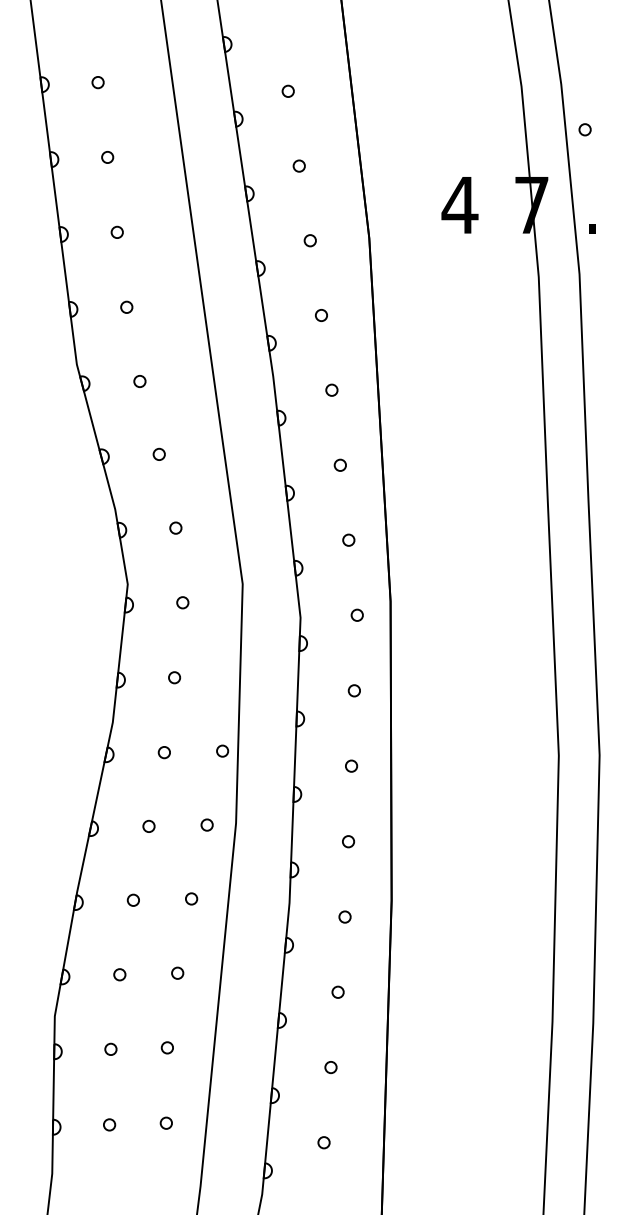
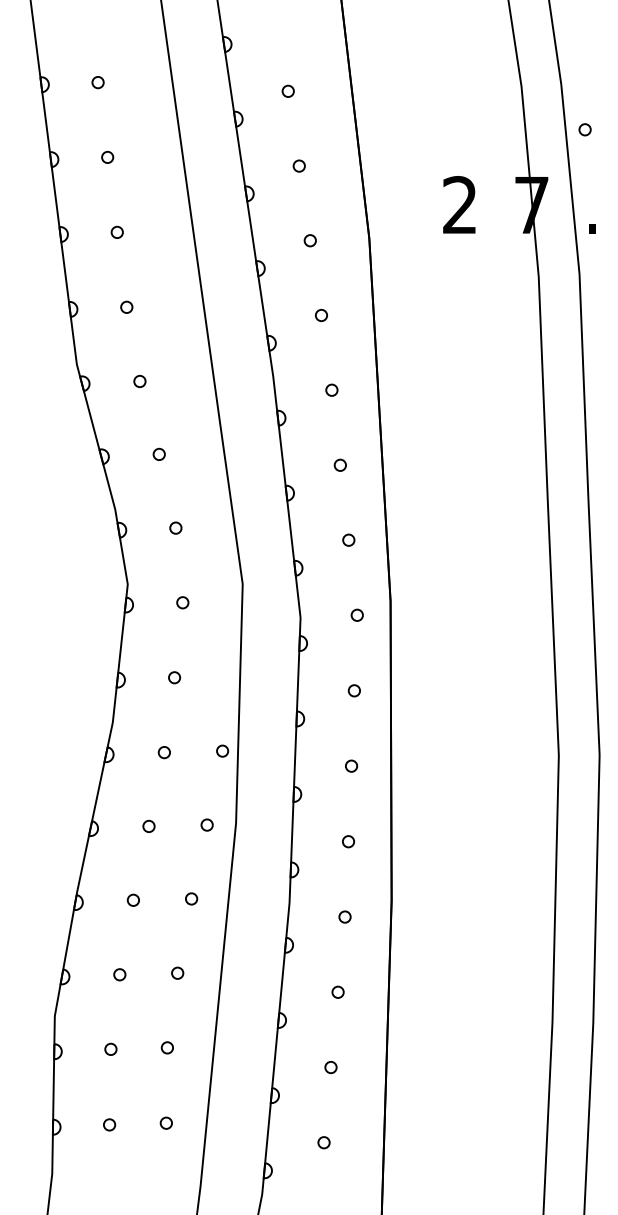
text at (459, 204): 4 -> 2
